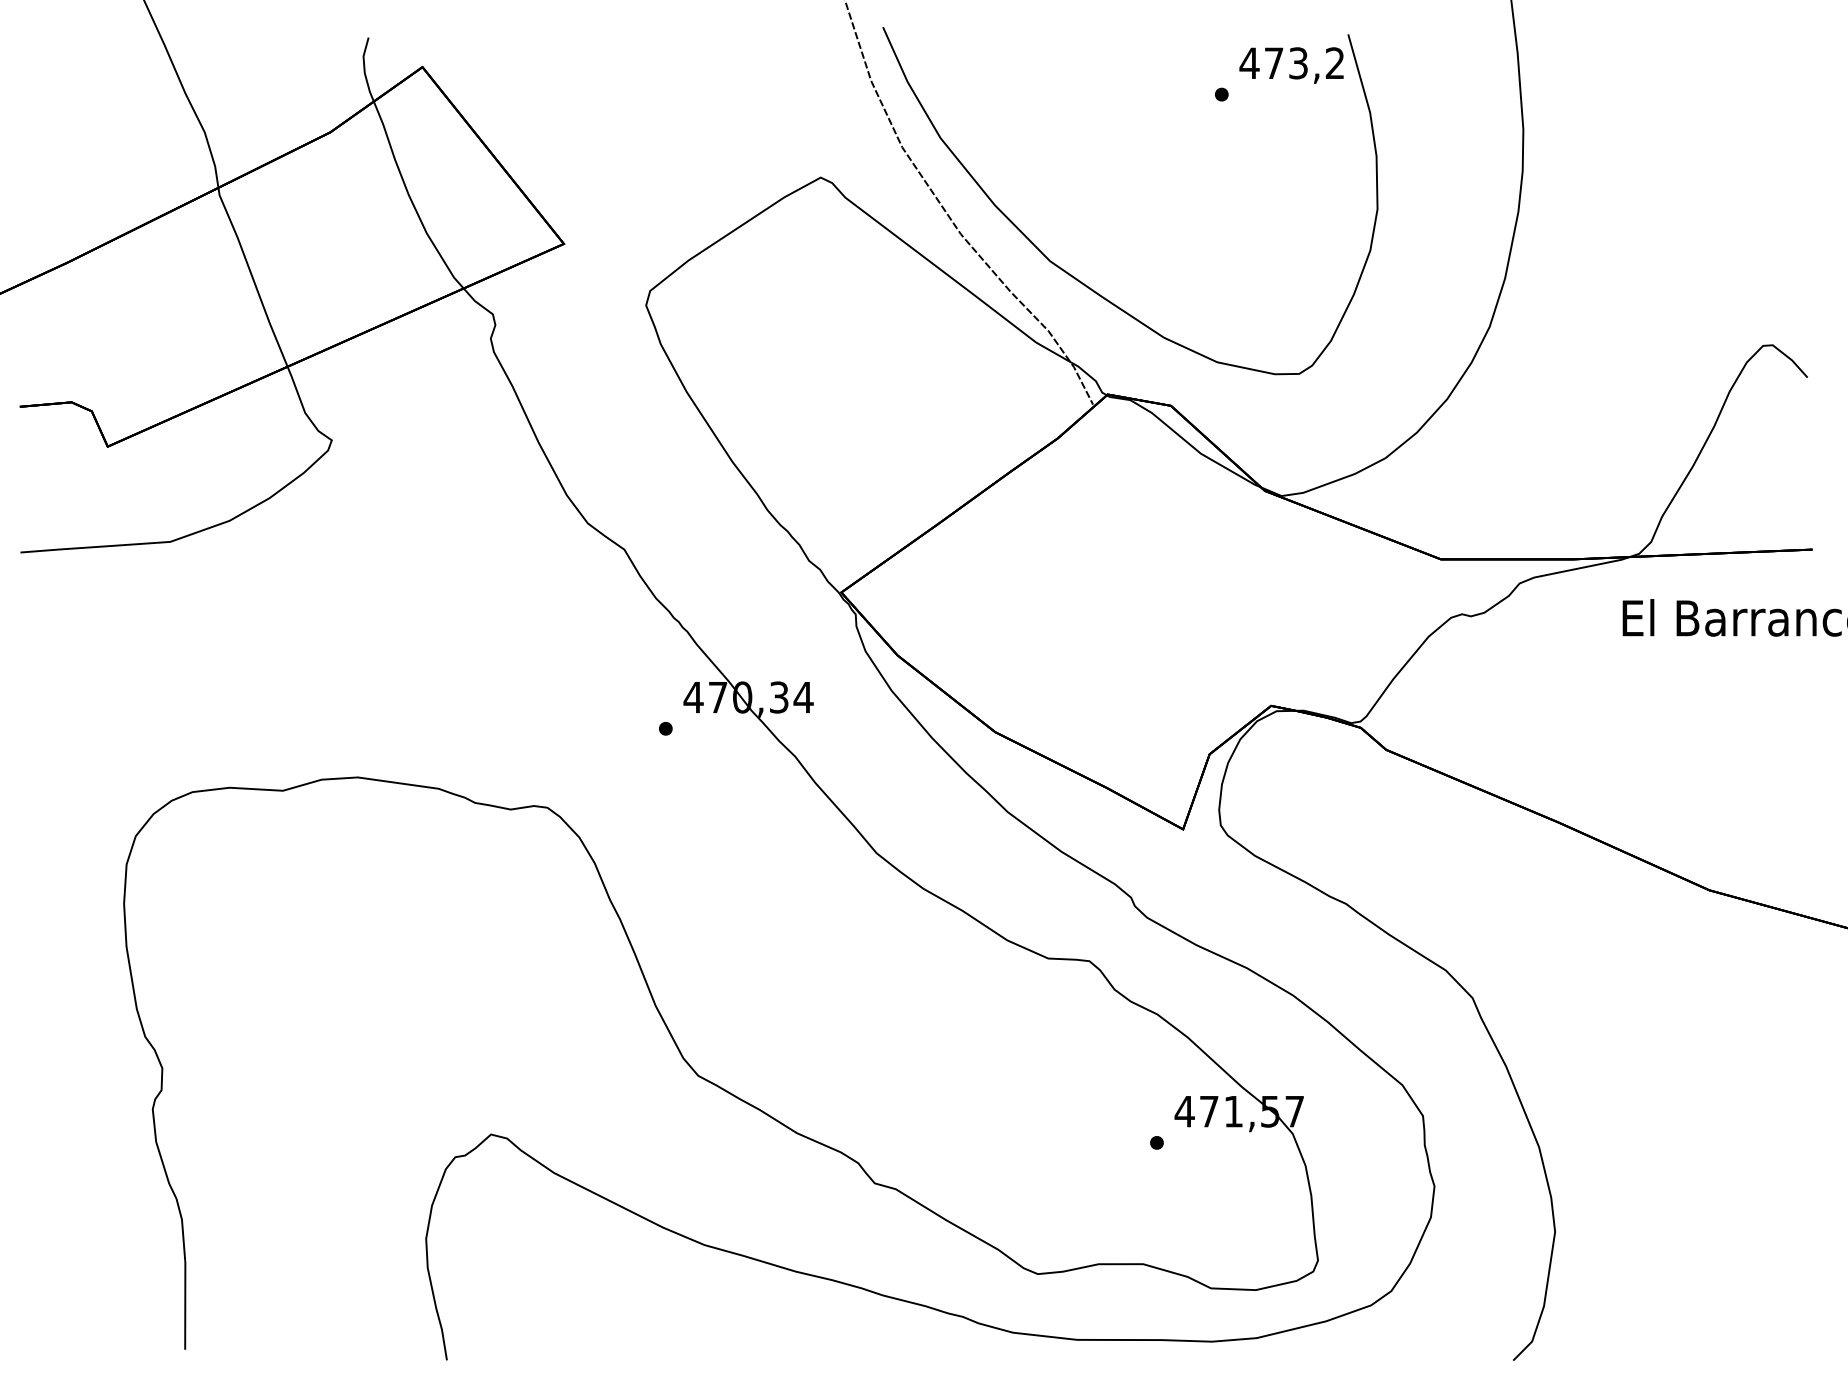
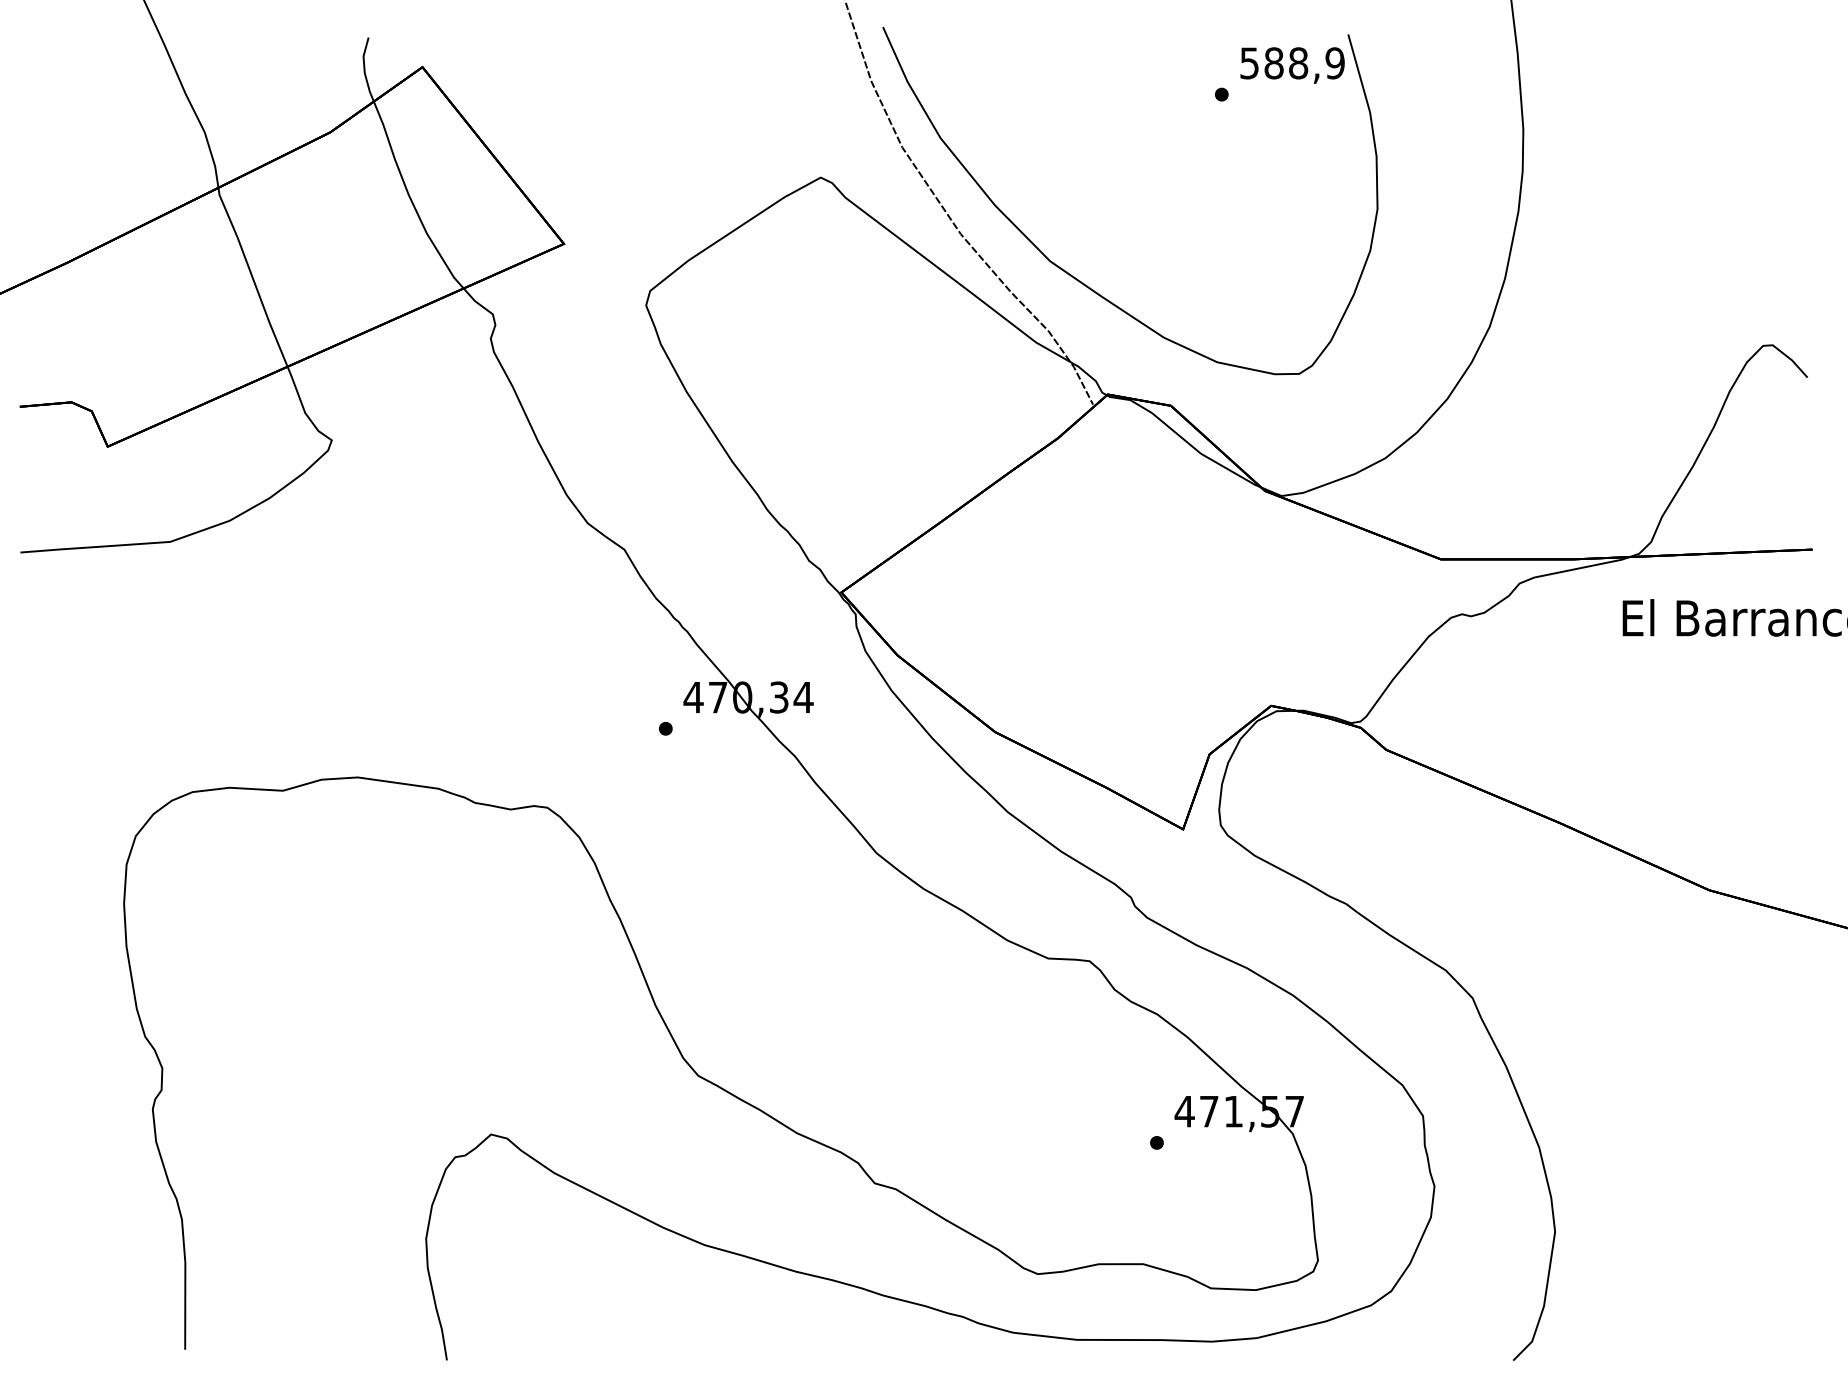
text at (1291, 63): 473,2 -> 588,9
